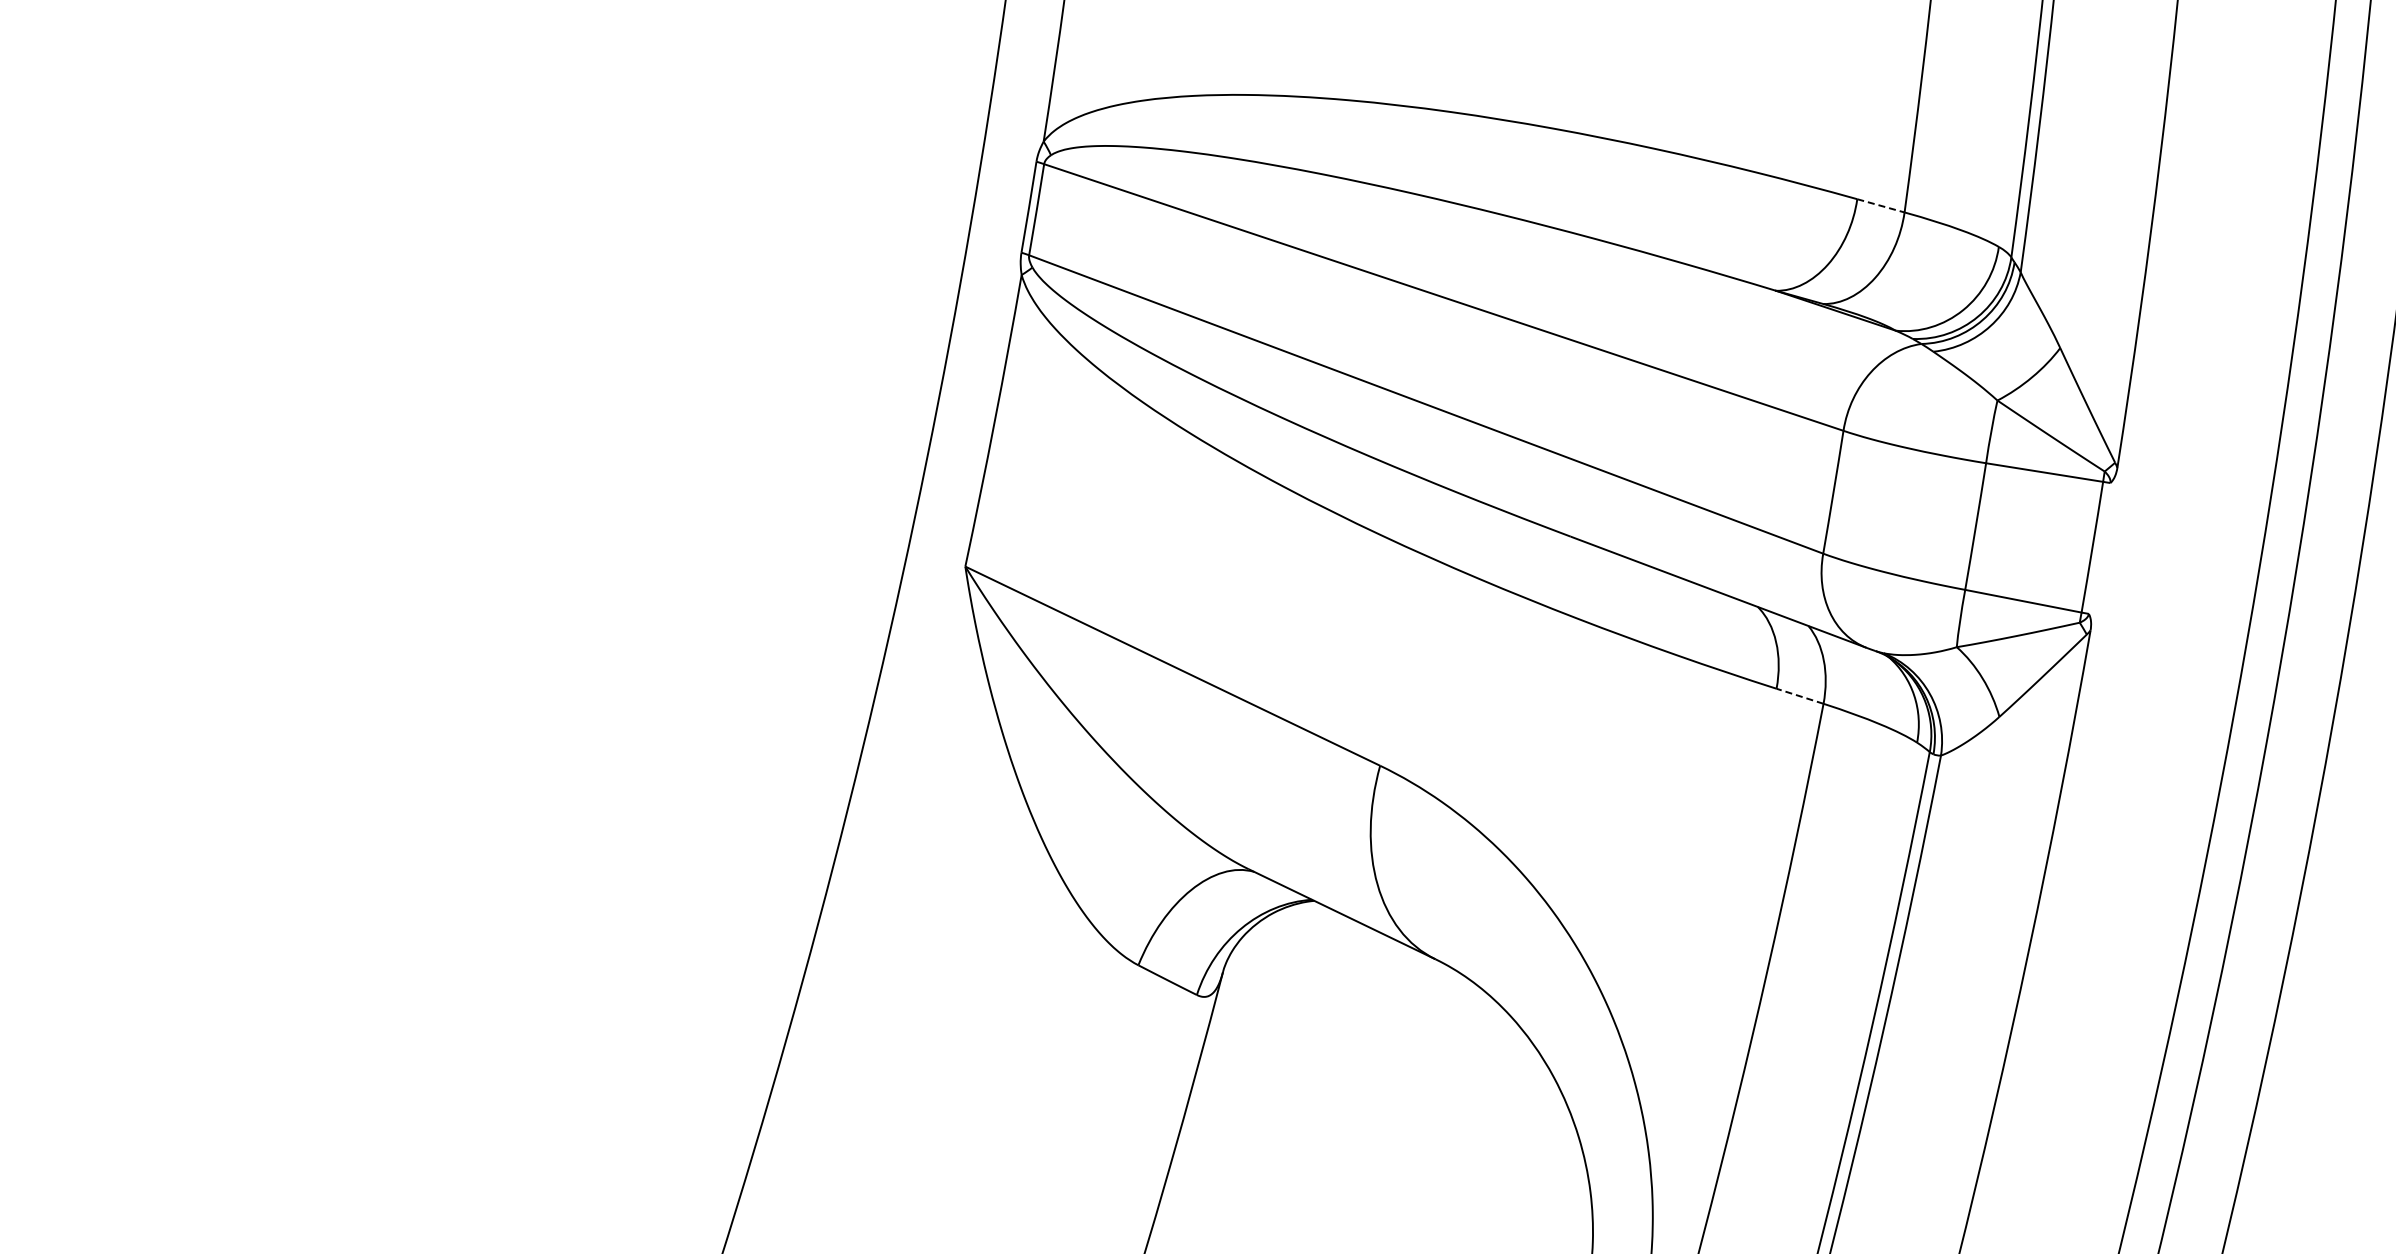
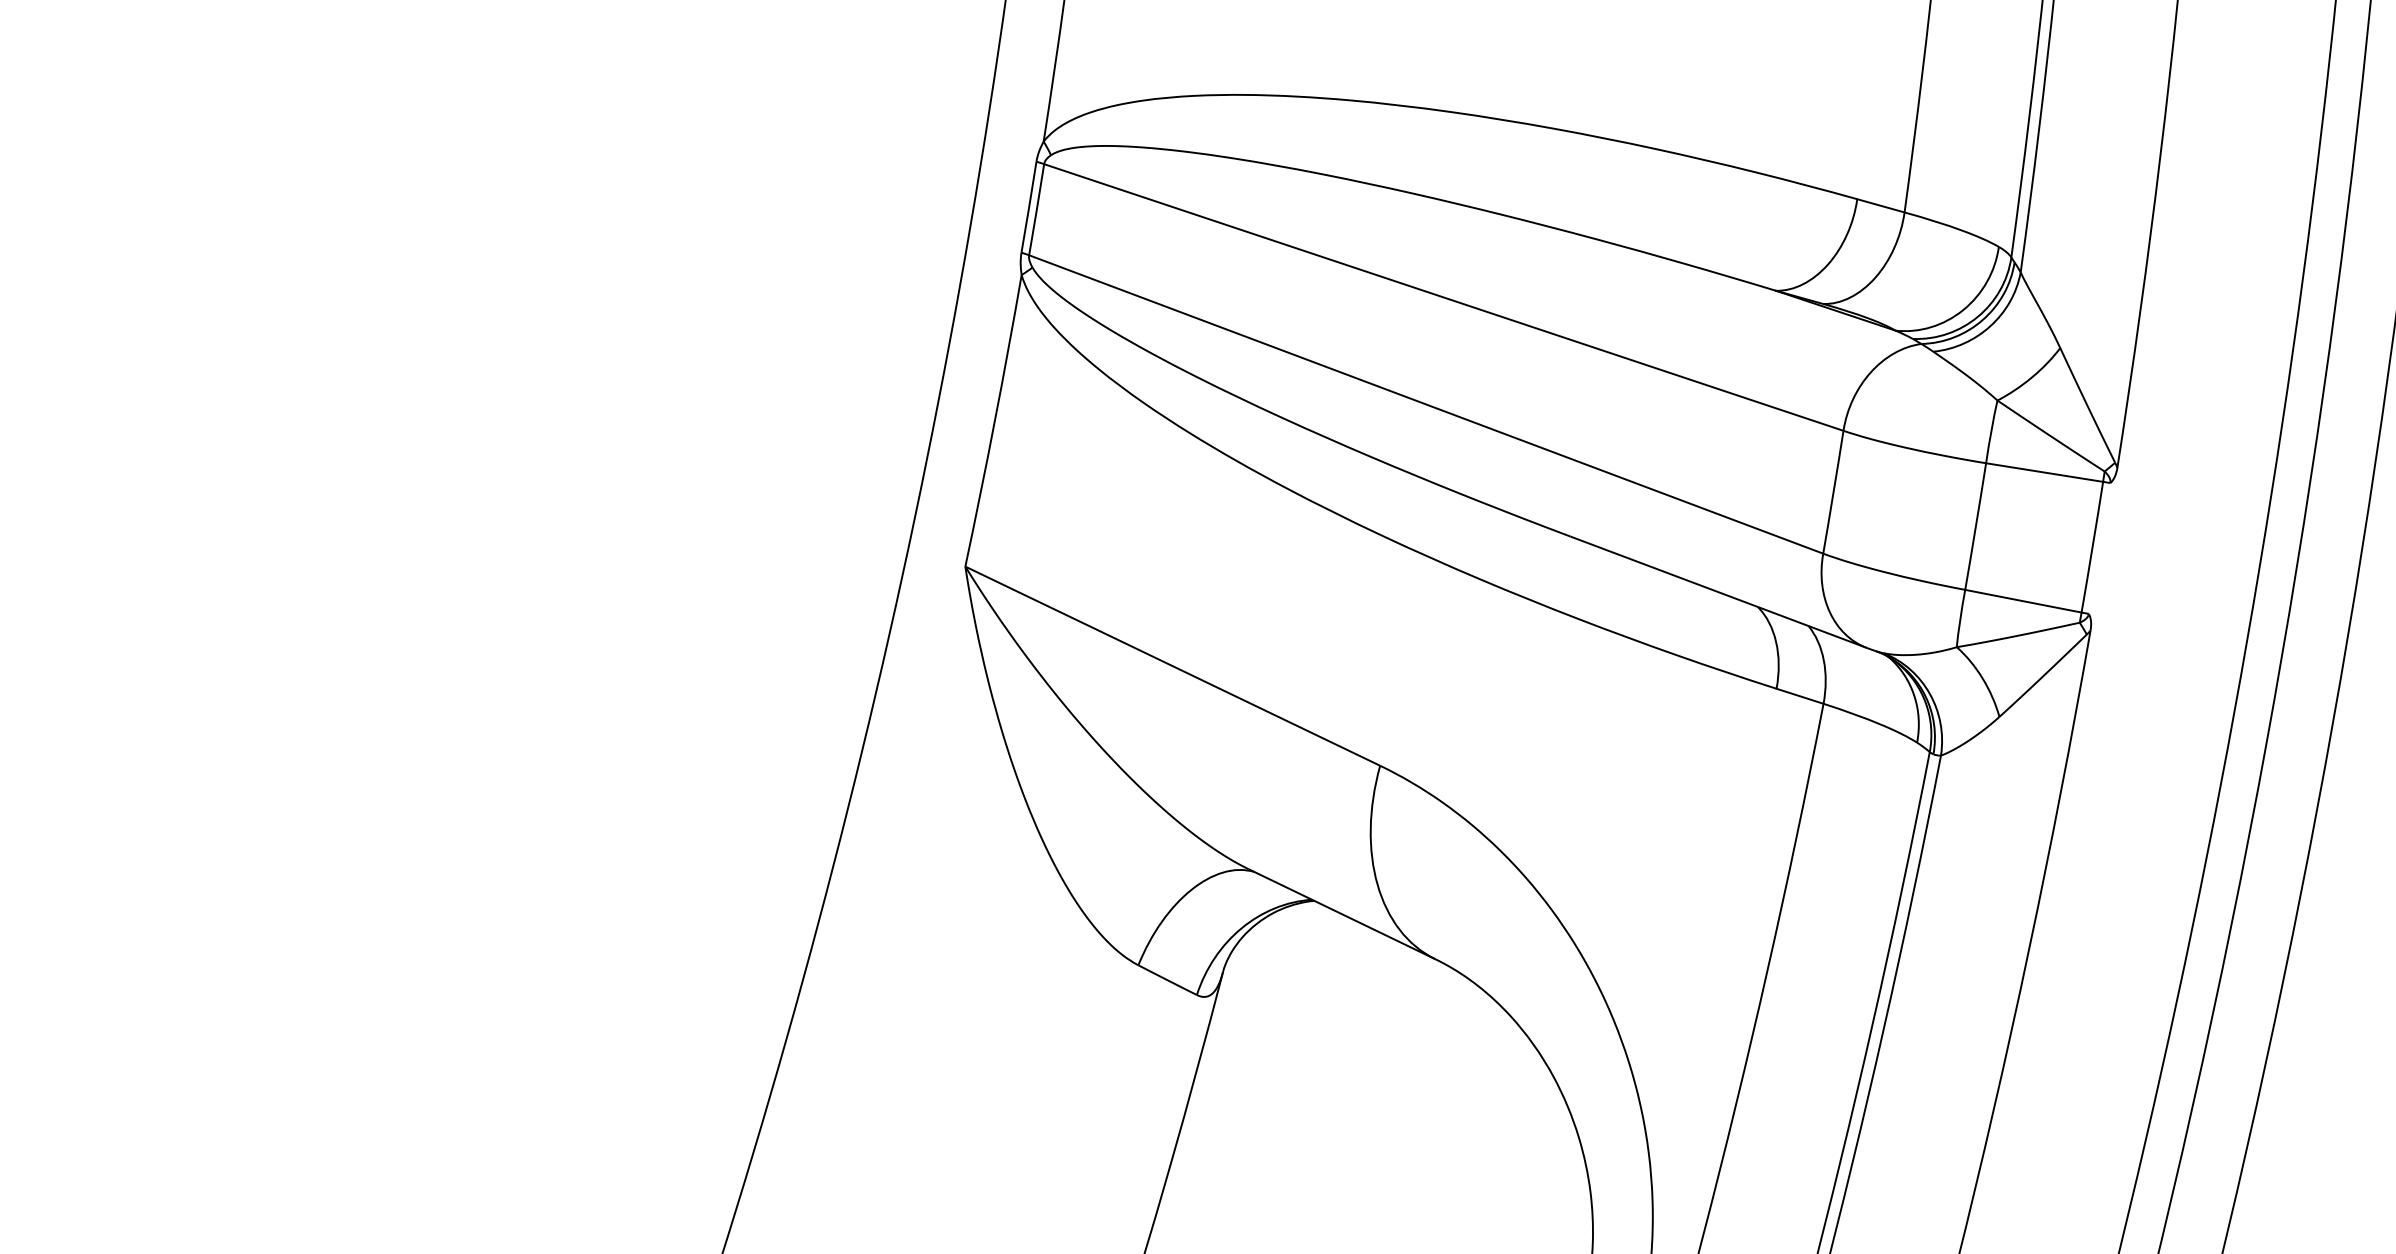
line at (1880, 205): dashed -> solid
line at (1800, 696): dashed -> solid
